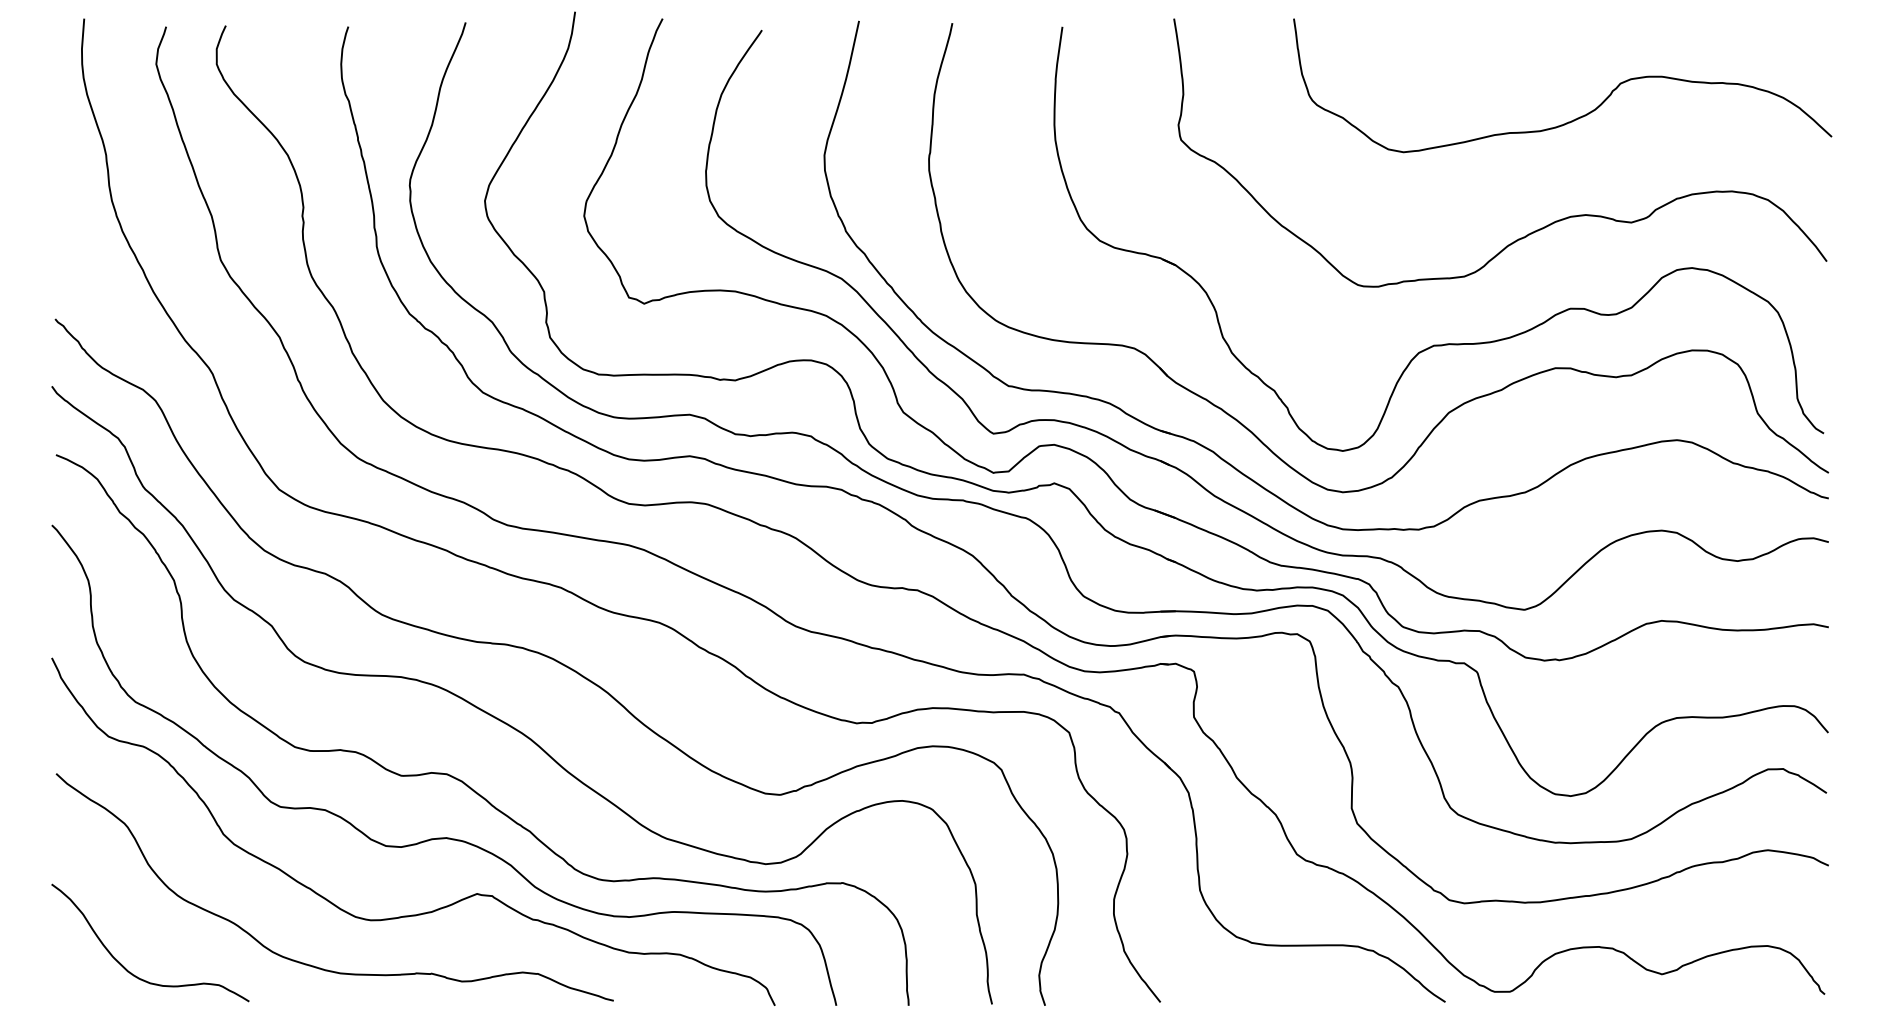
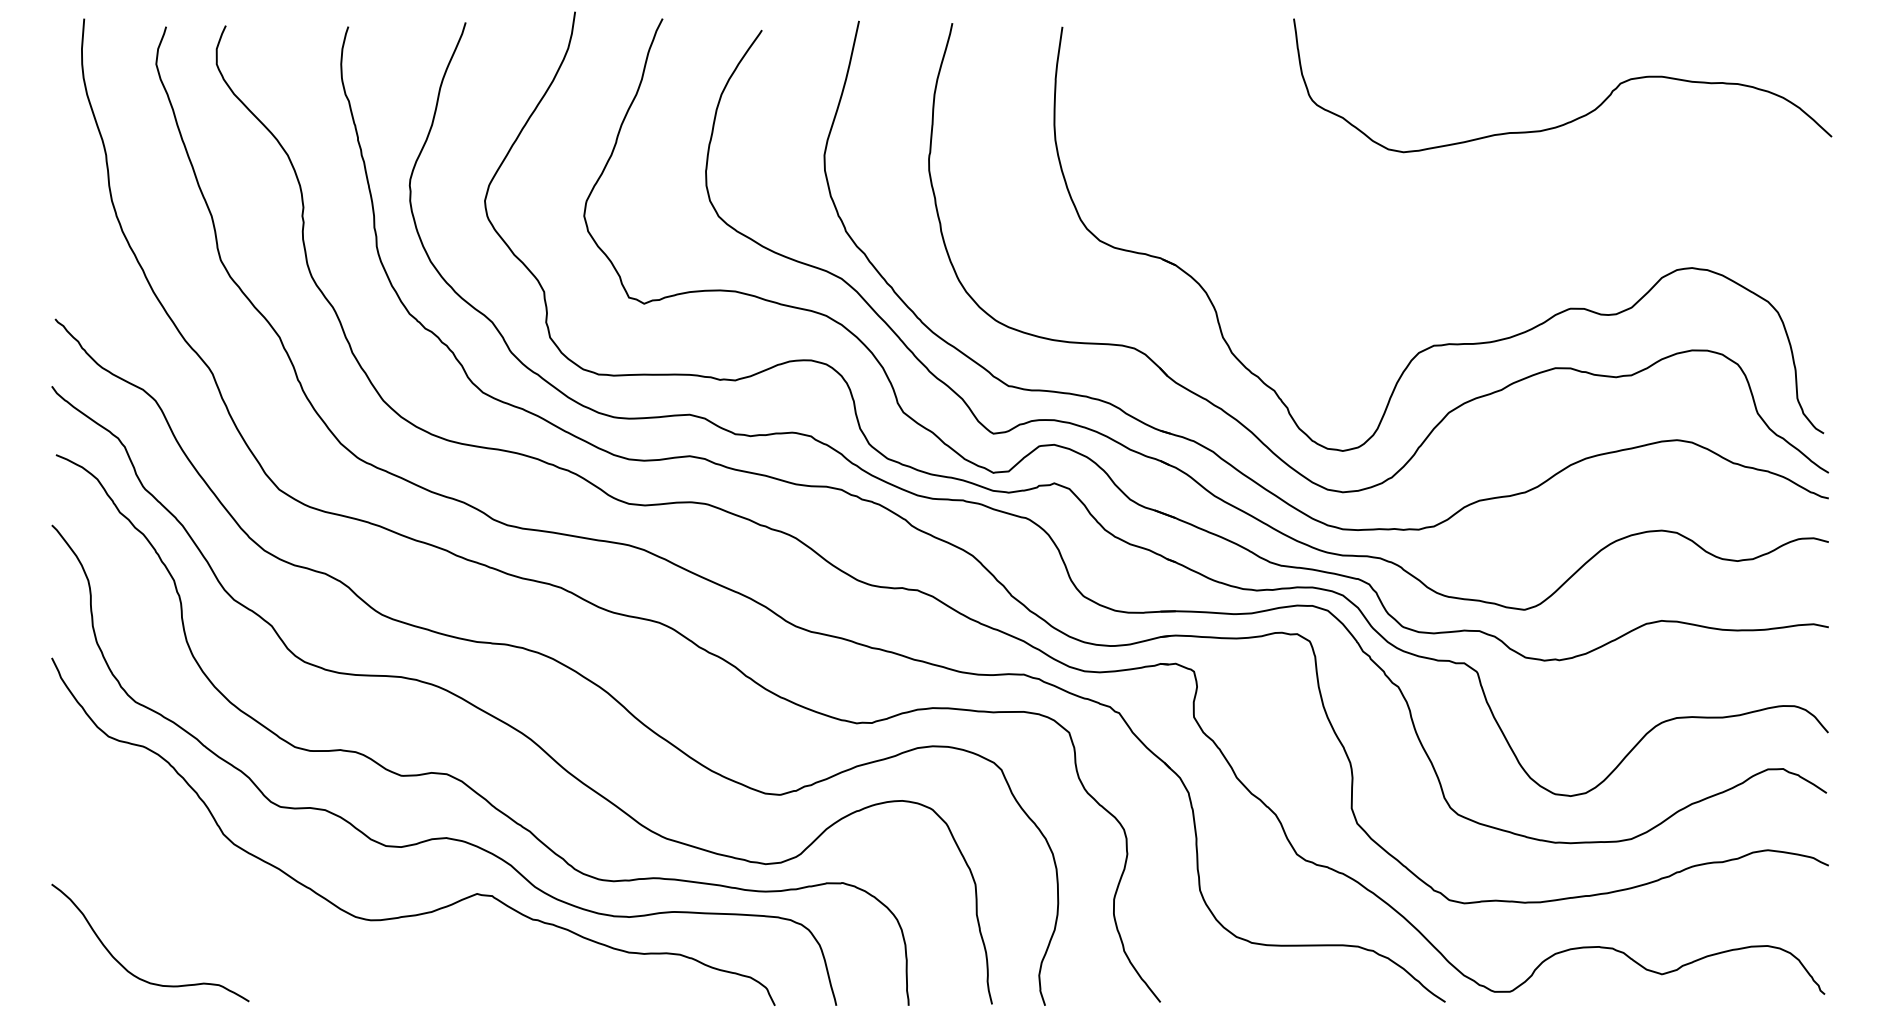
curve at (1534, 230): present -> none
curve at (310, 964): present -> none
